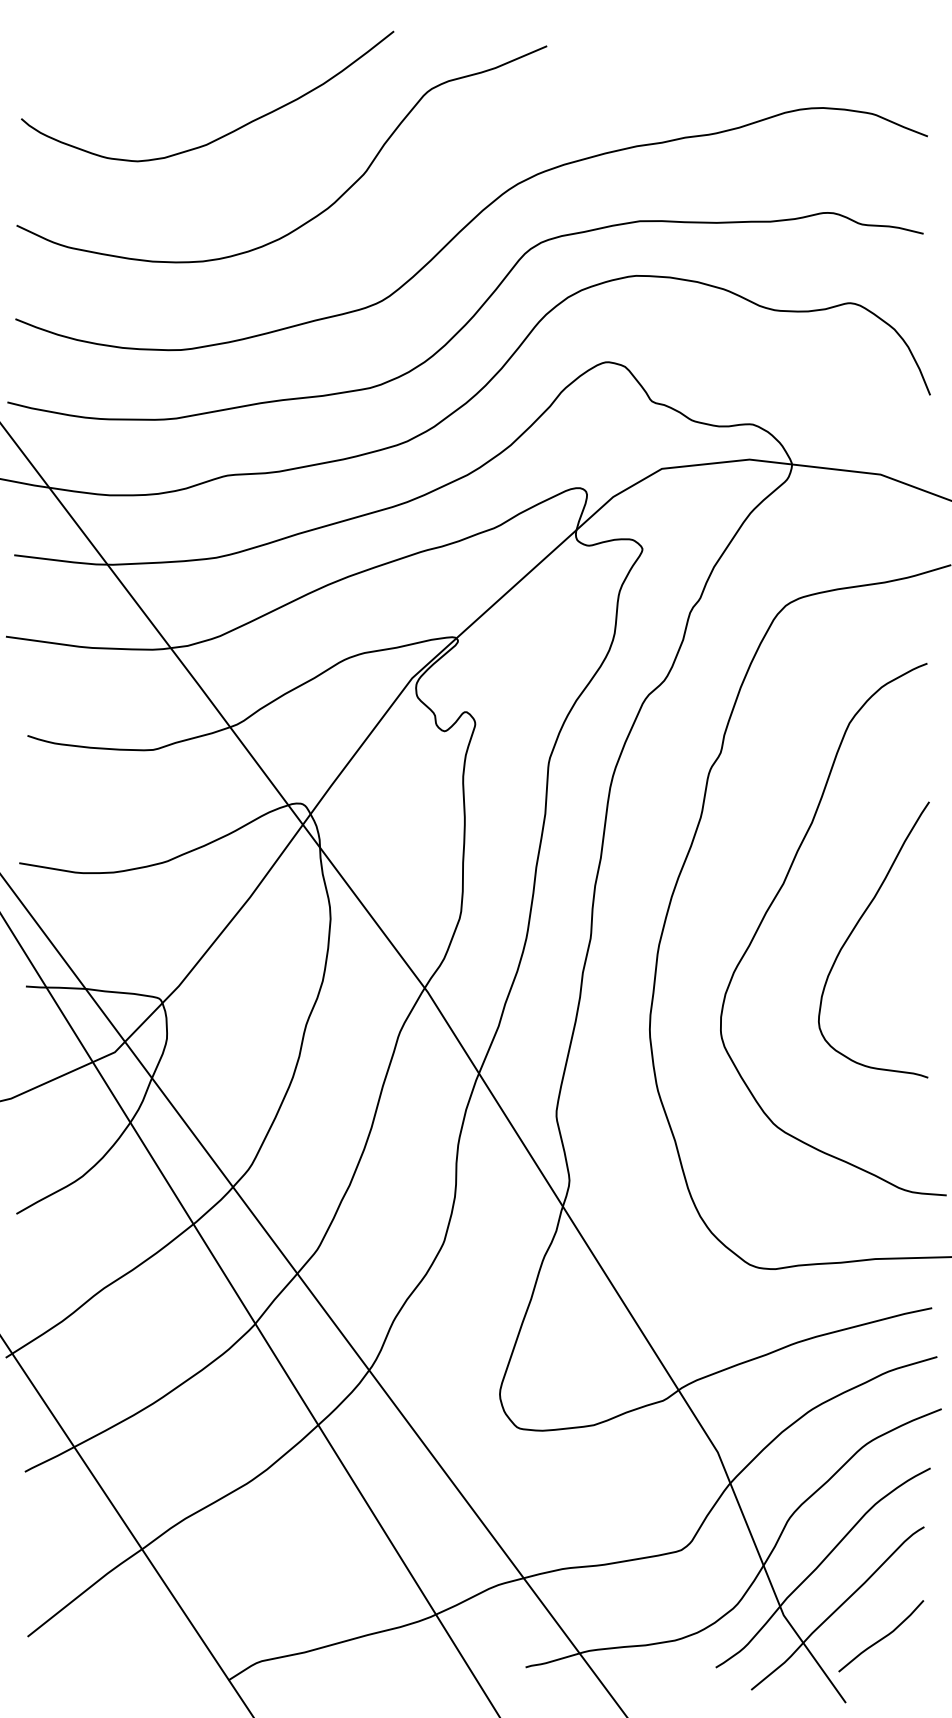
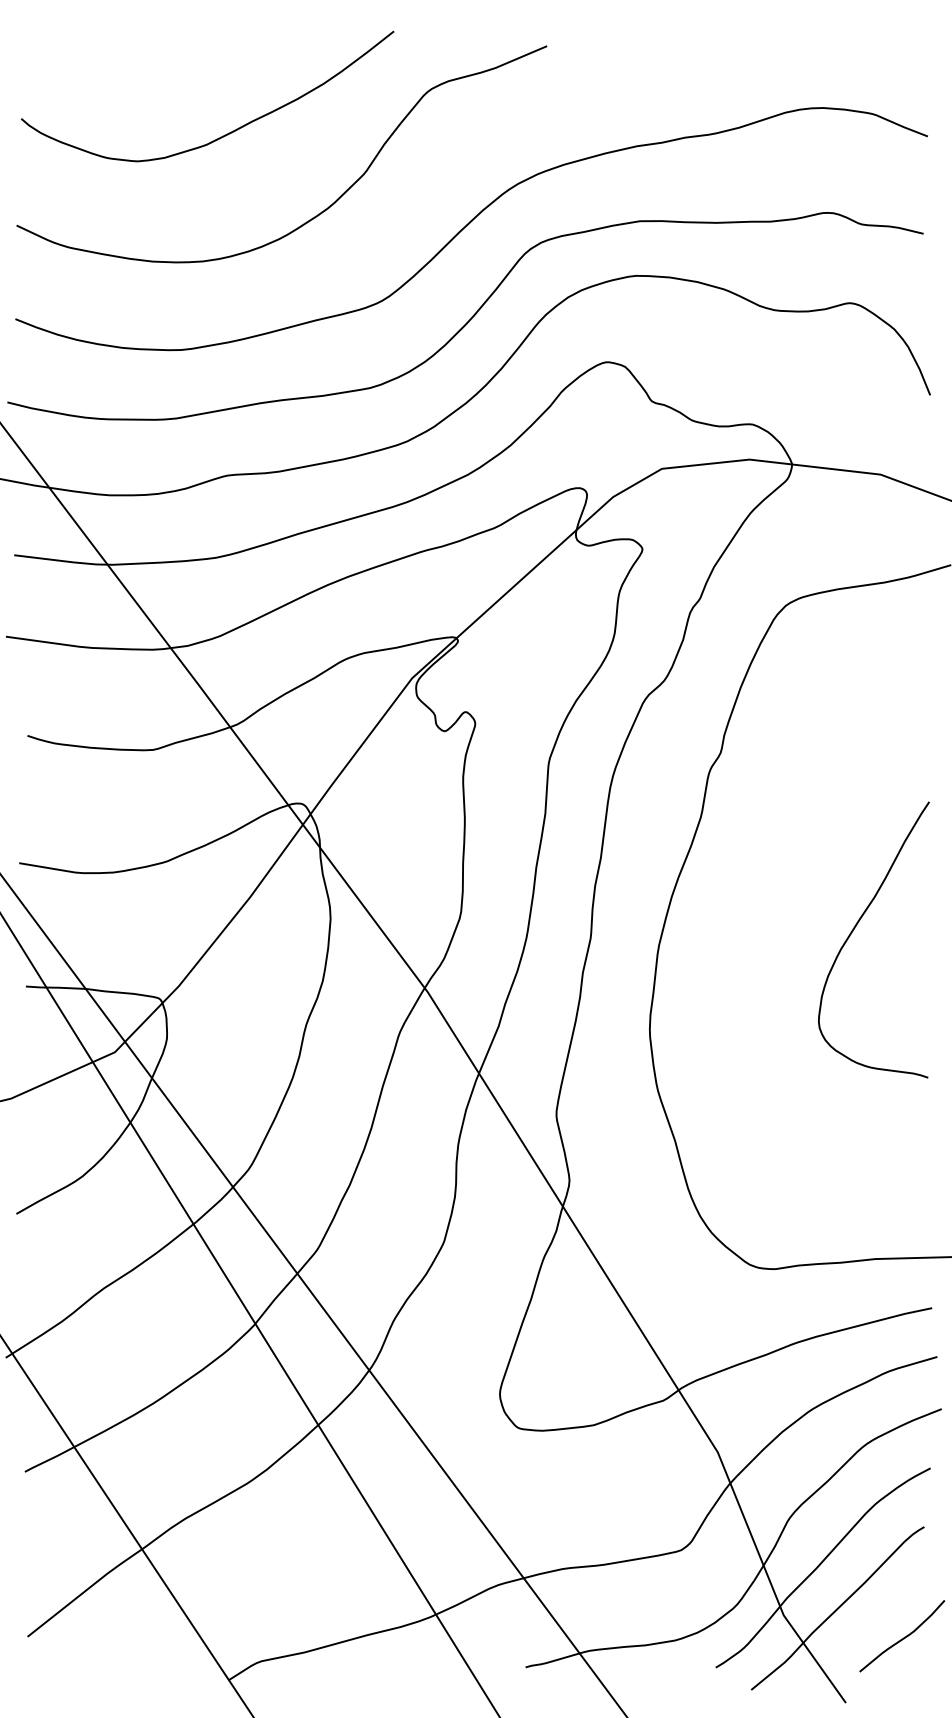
curve at (778, 894): present -> none
curve at (882, 1637) position: (882, 1637) -> (903, 1637)
